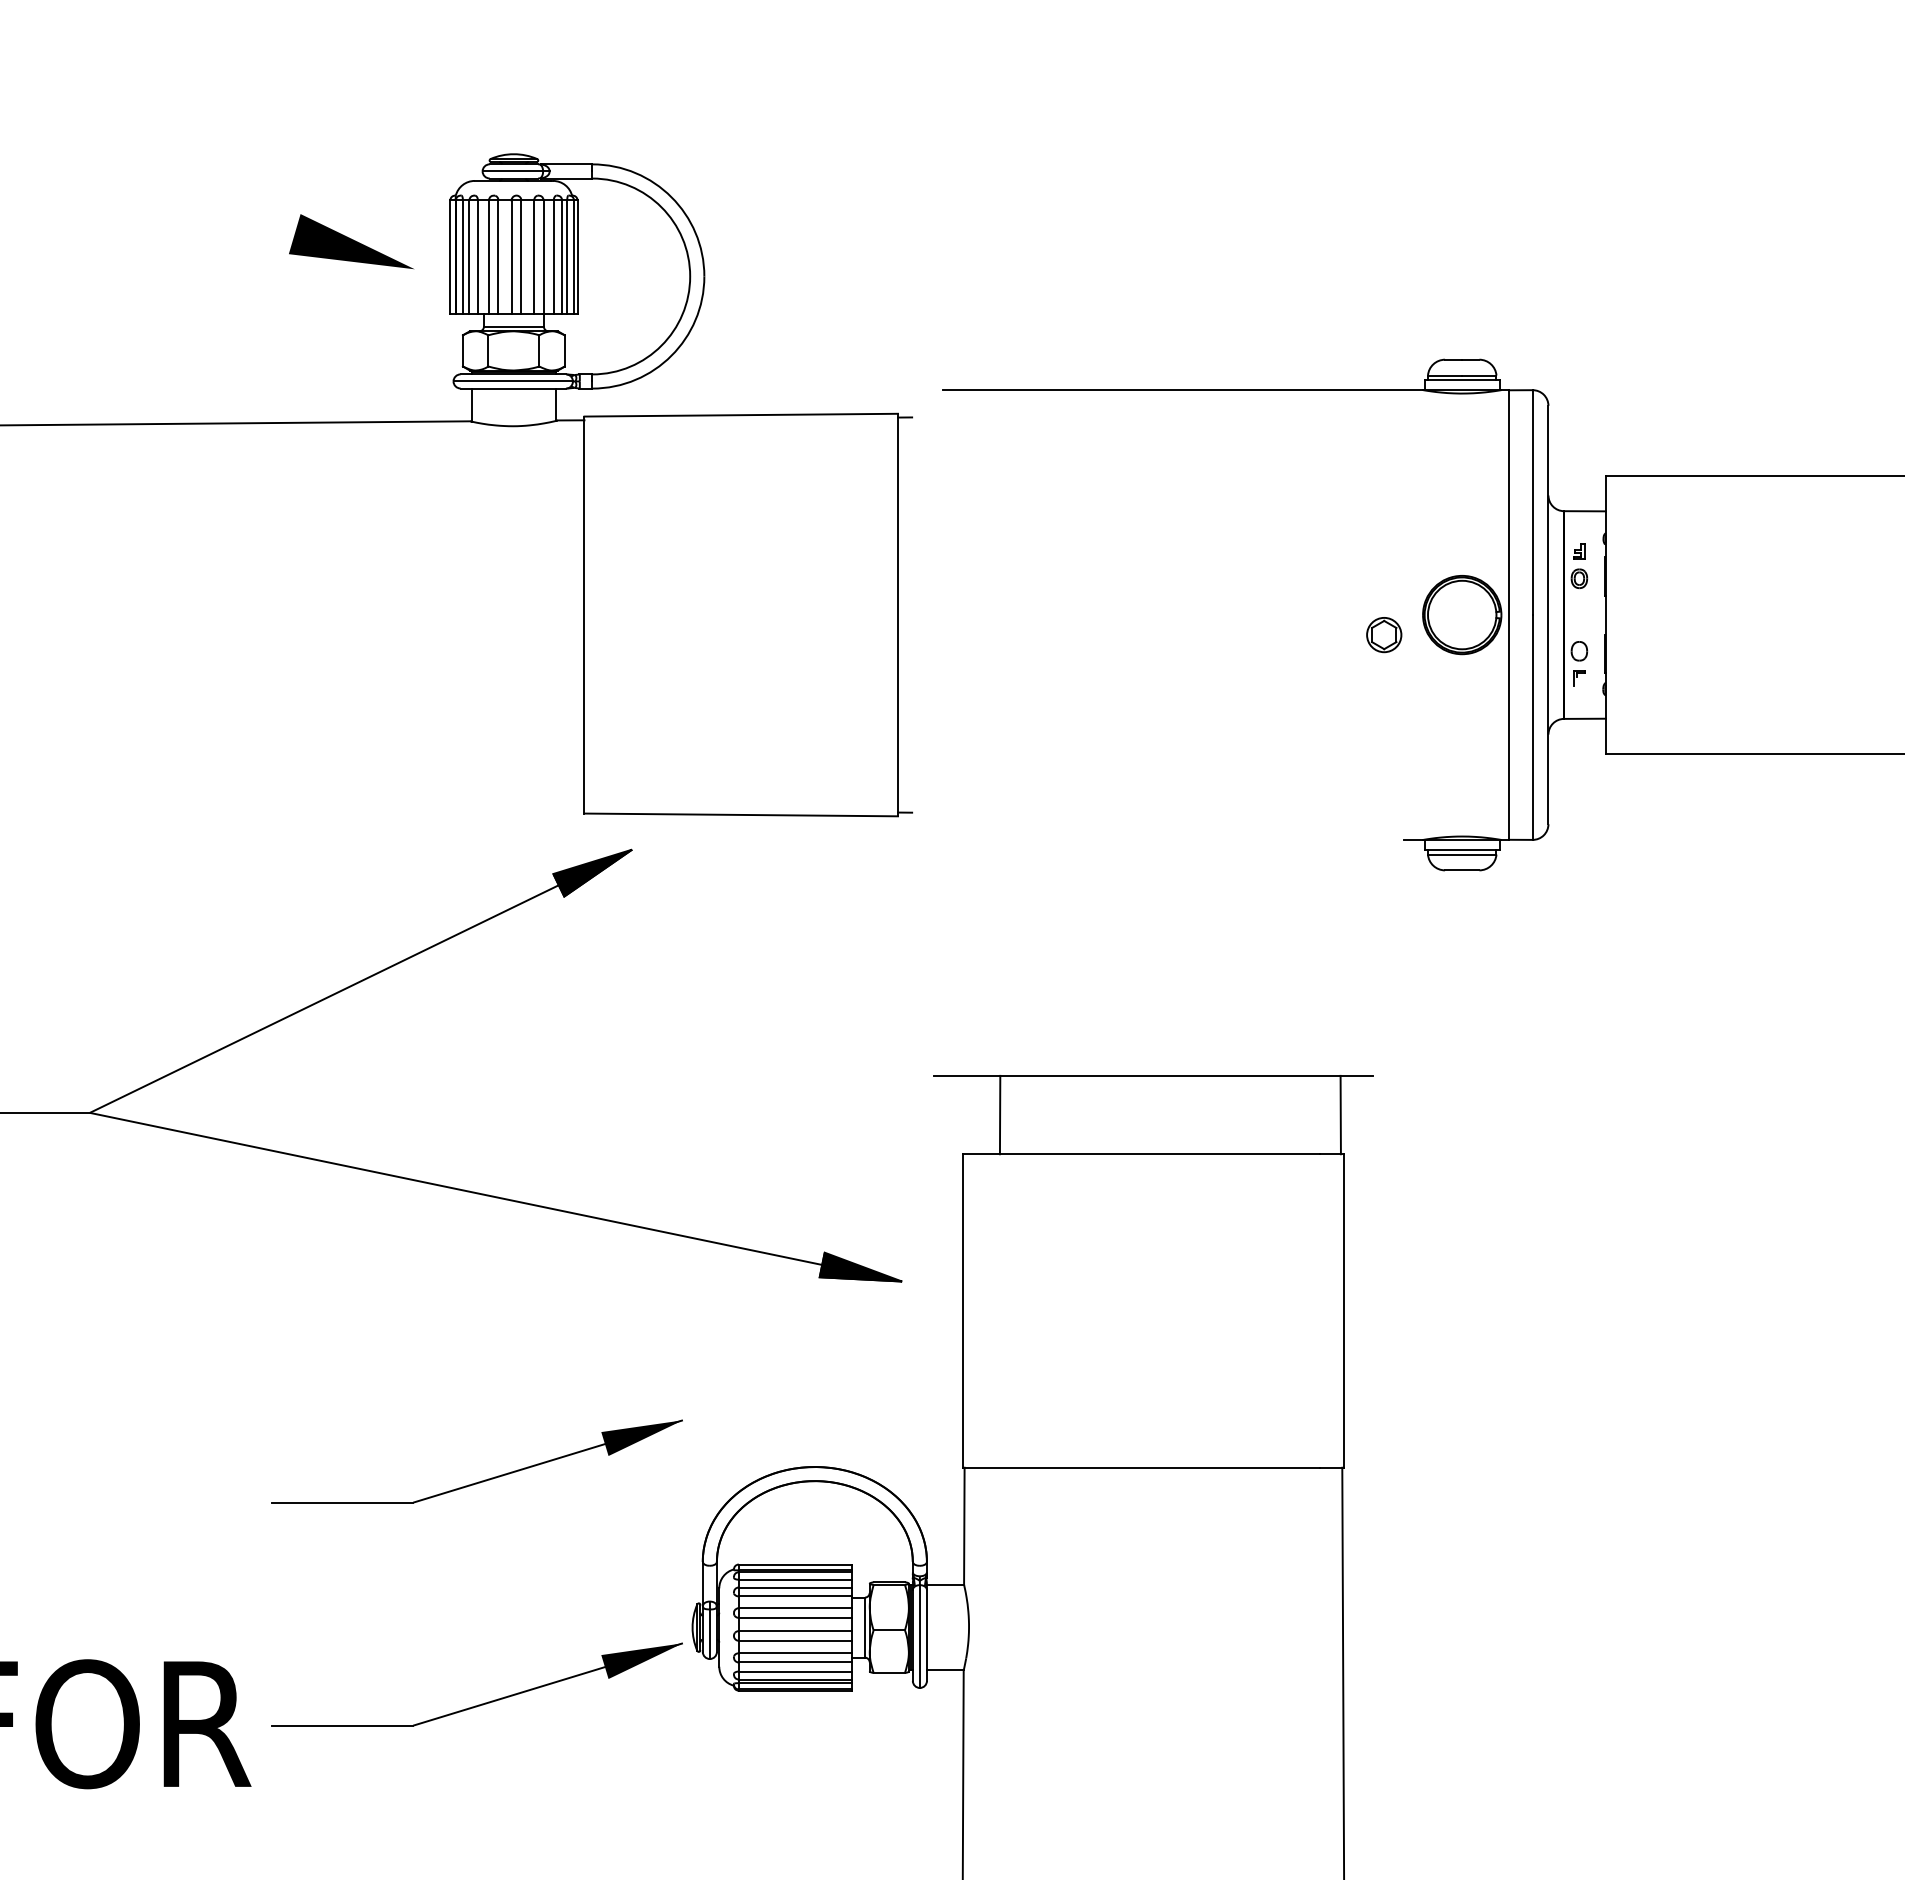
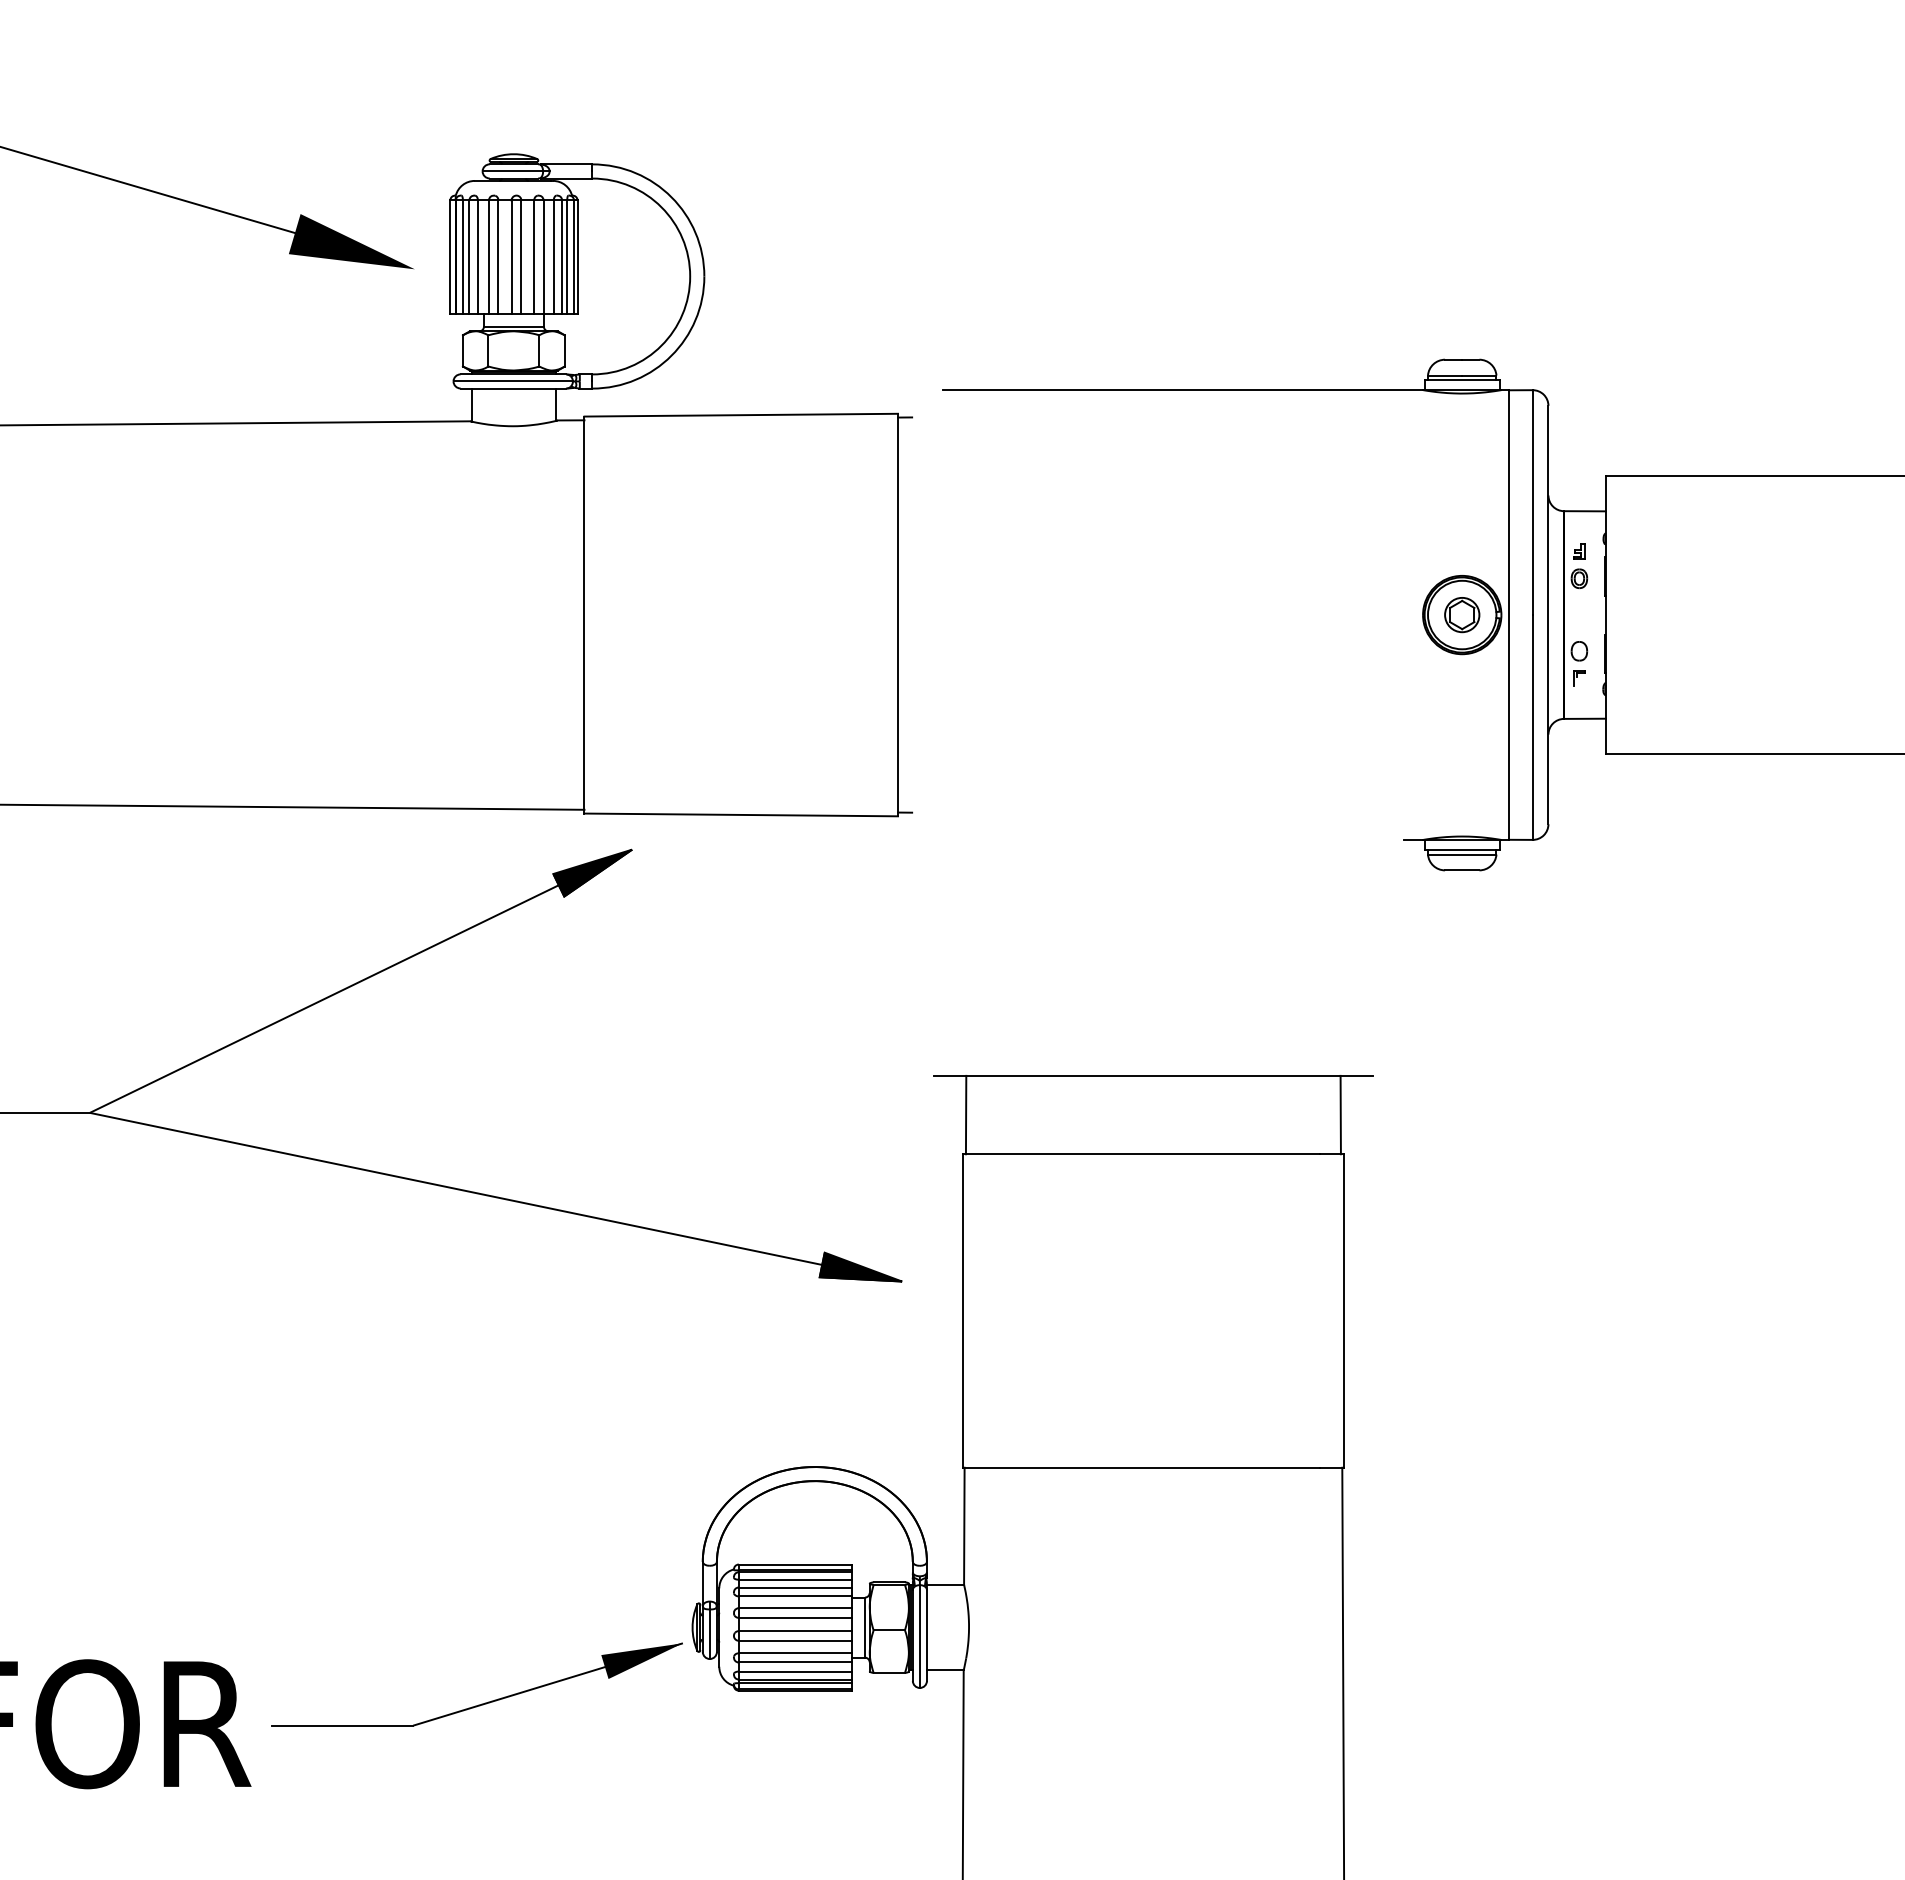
line at (160, 193): none -> present
part at (1384, 635) position: (1384, 635) -> (1462, 615)
line at (293, 806): none -> present
line at (999, 1114) position: (999, 1114) -> (965, 1114)
part at (481, 1480): present -> none
